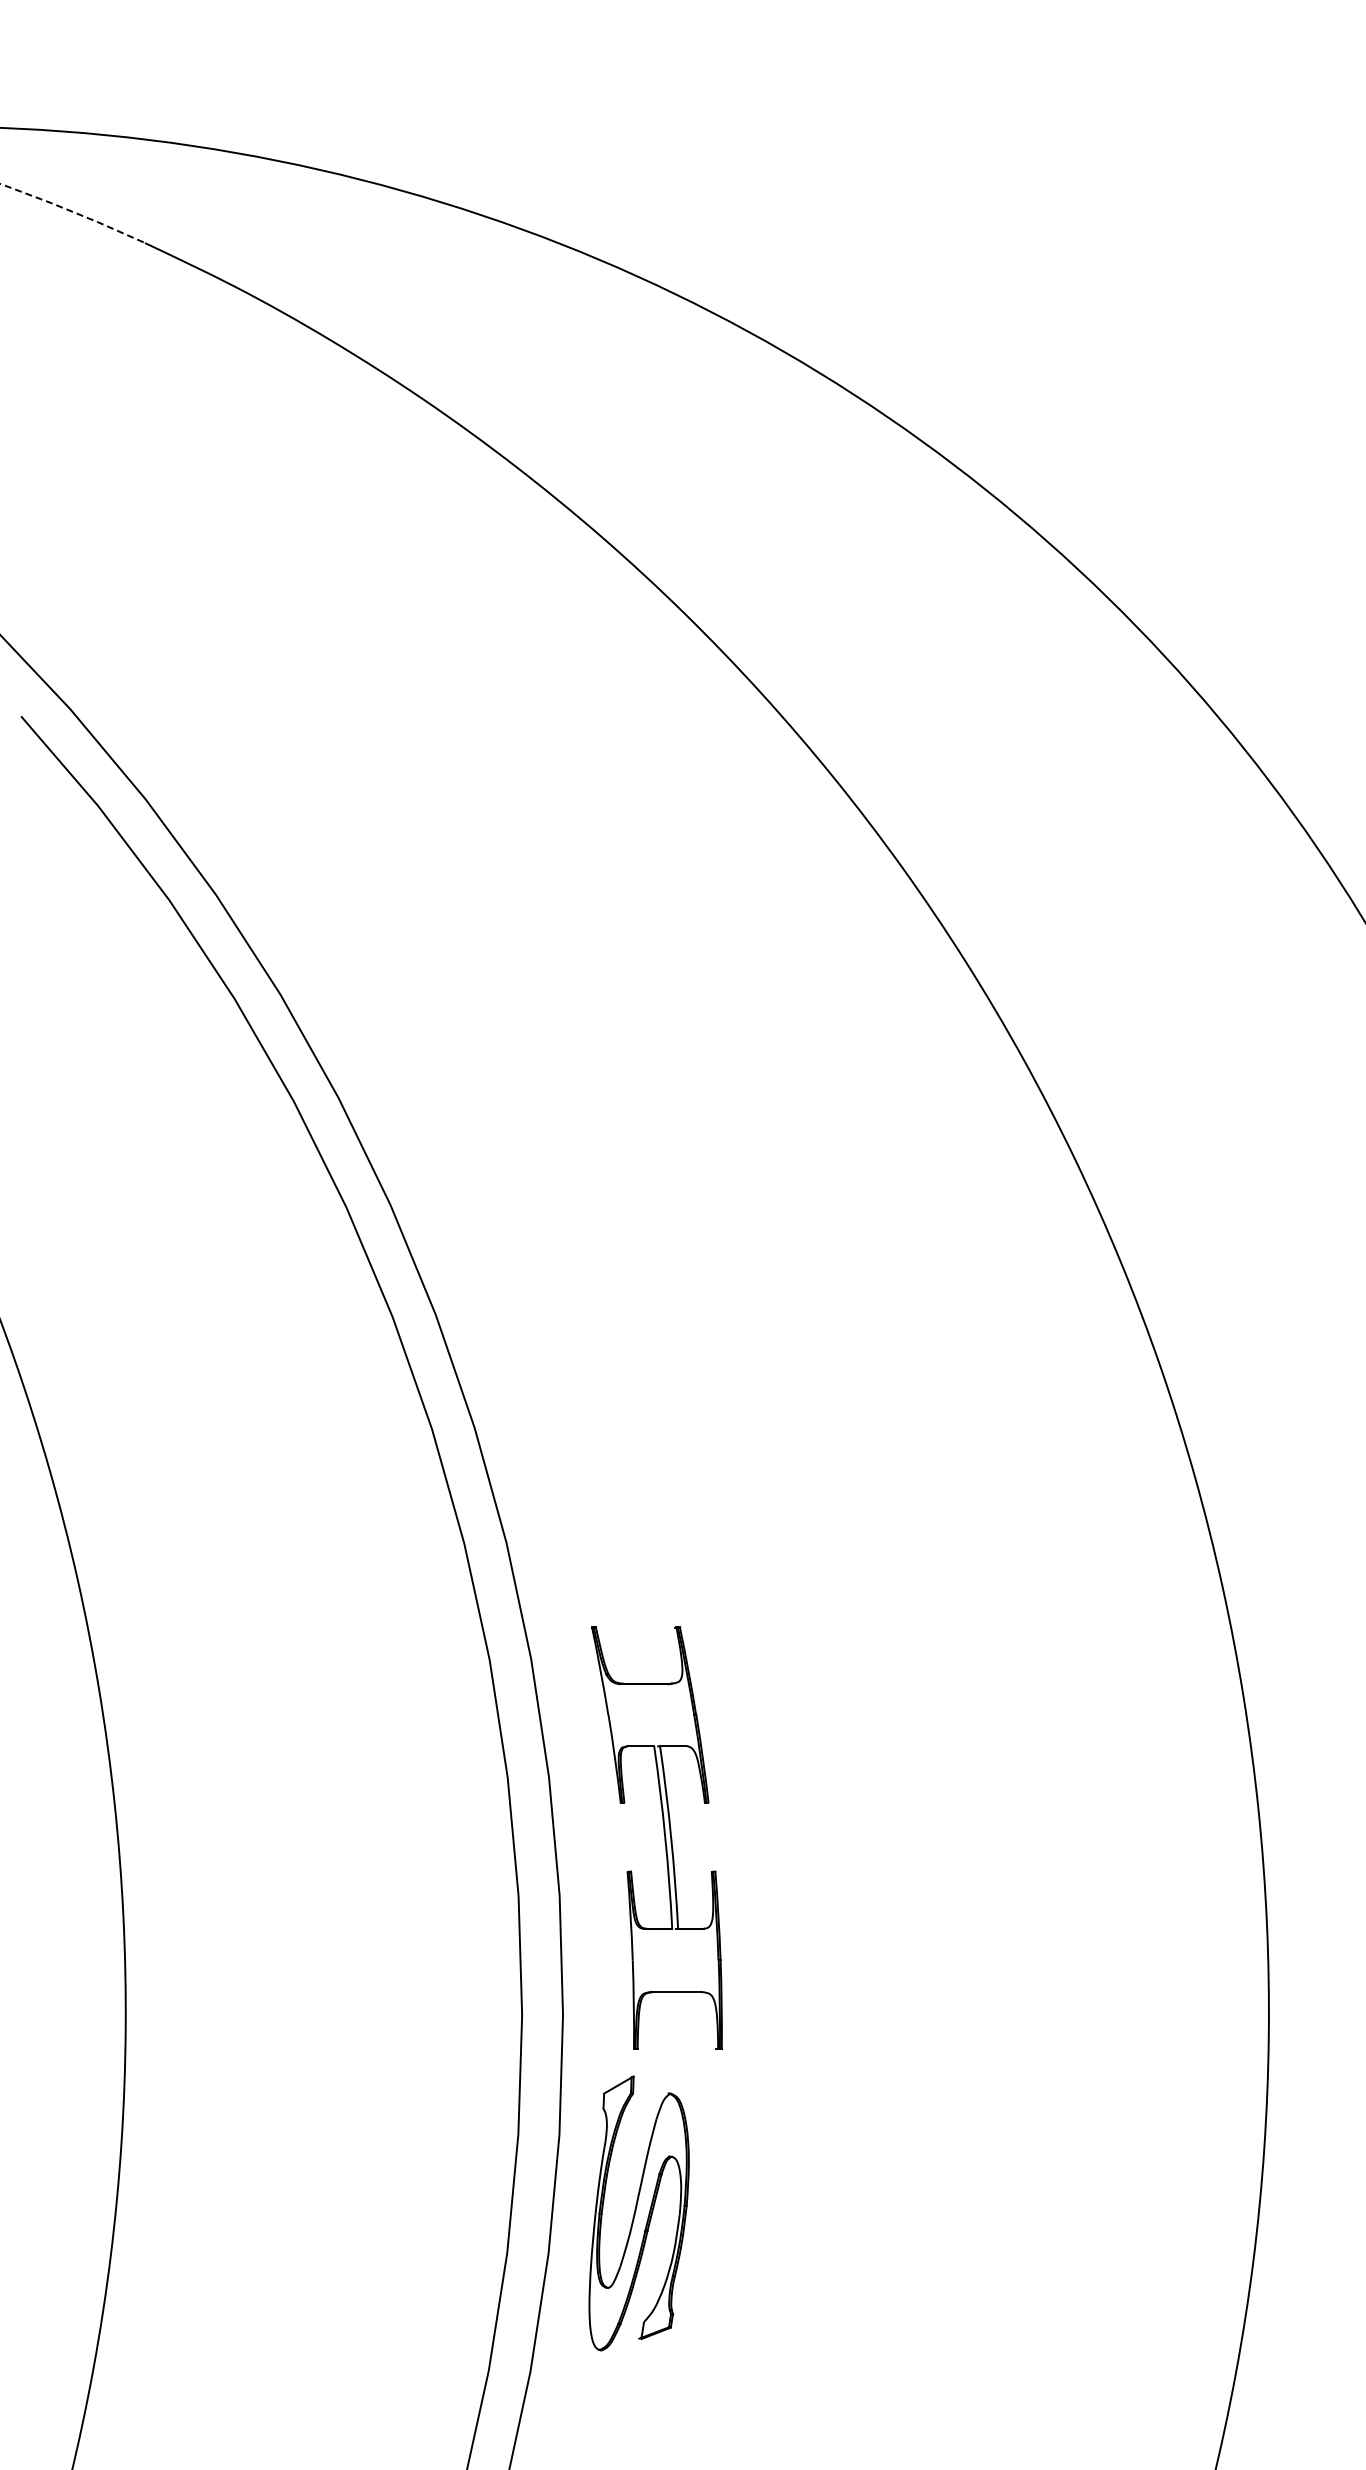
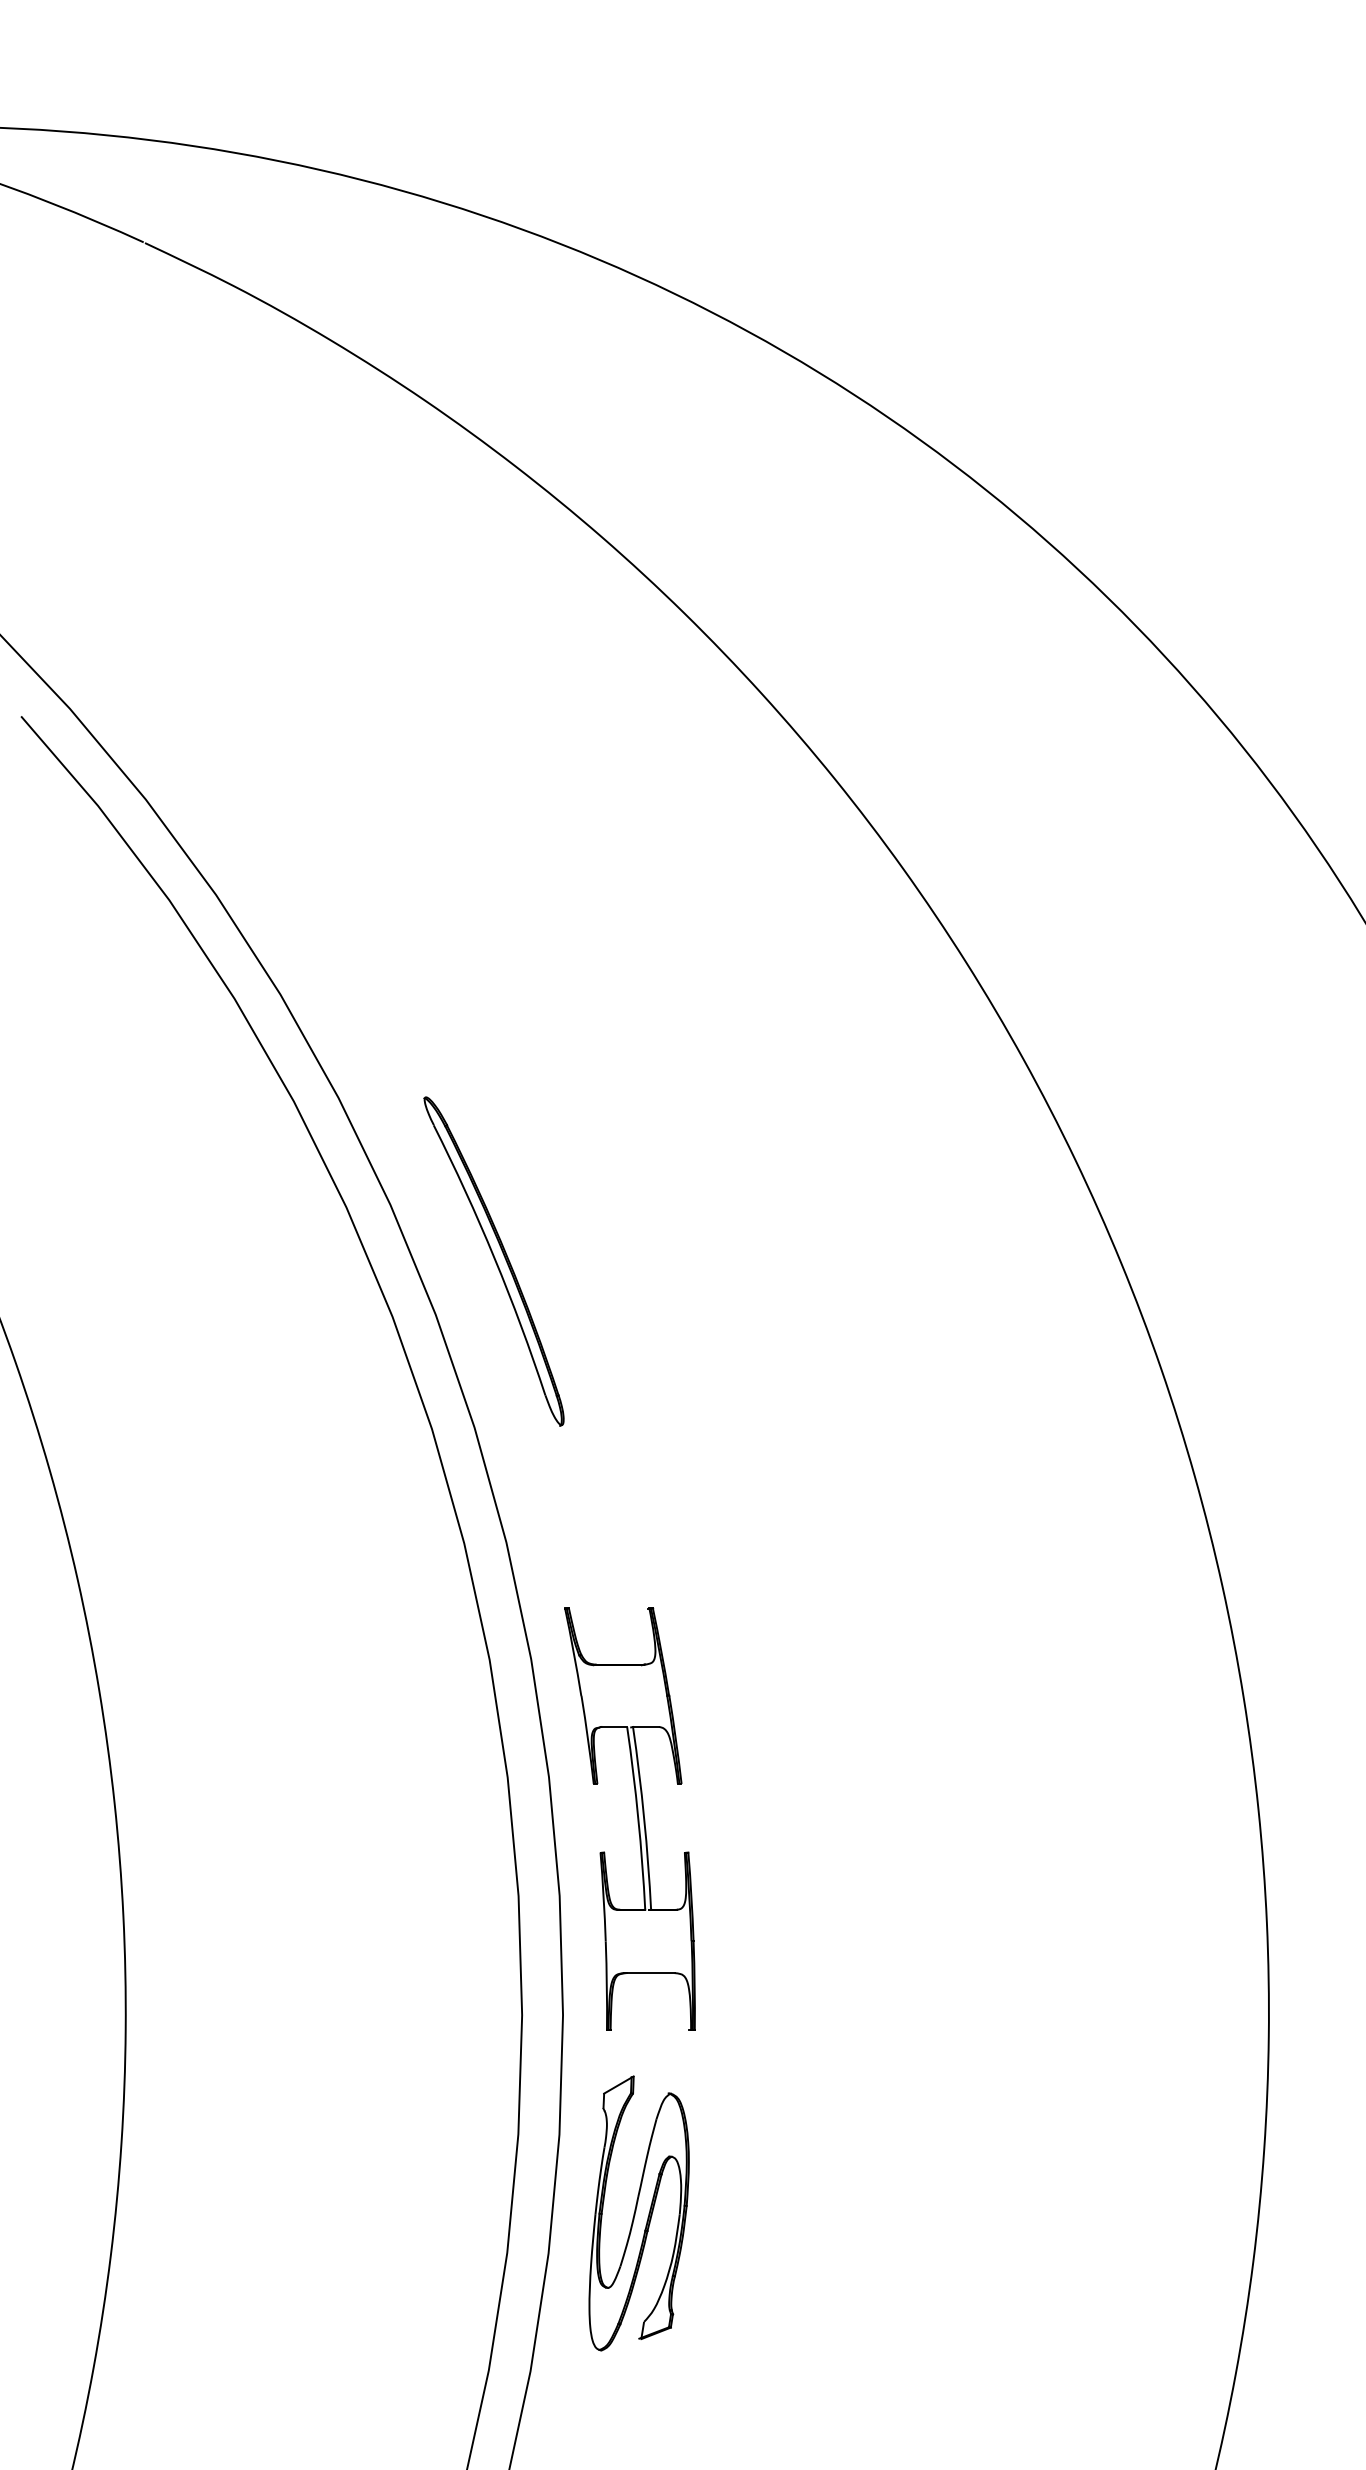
arc at (72, 211): dashed -> solid
part at (493, 1261): none -> present
part at (664, 1837) position: (664, 1837) -> (637, 1818)
